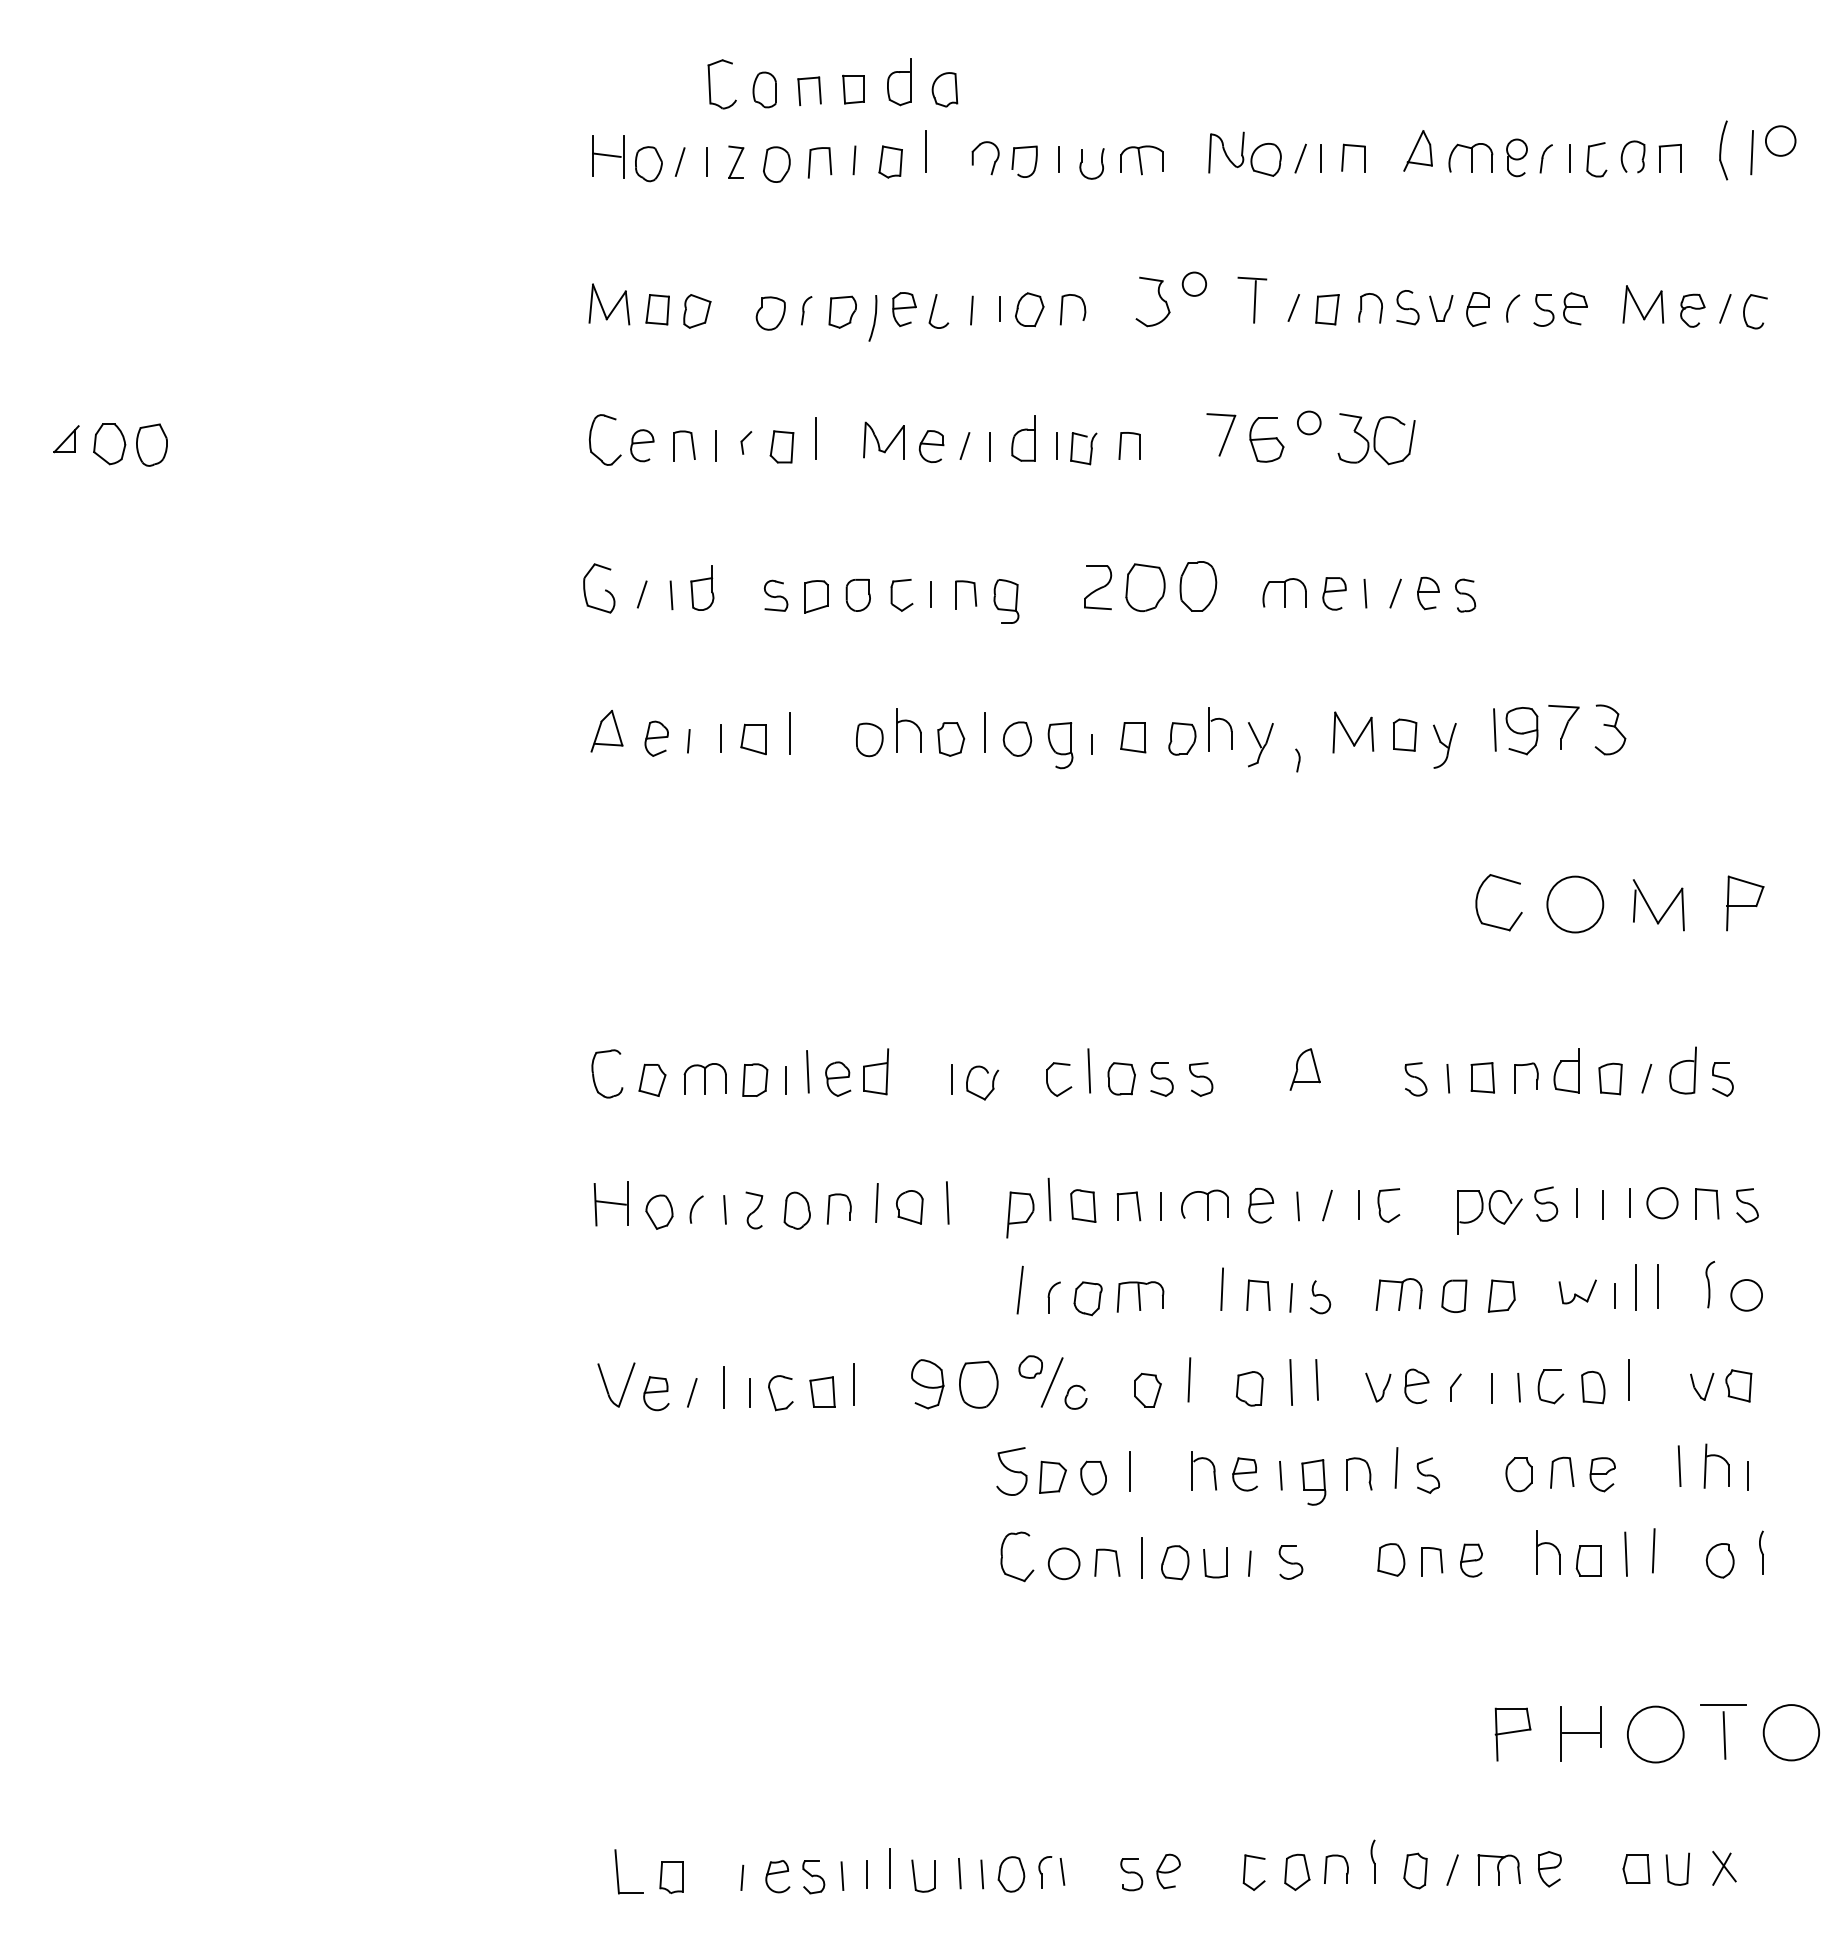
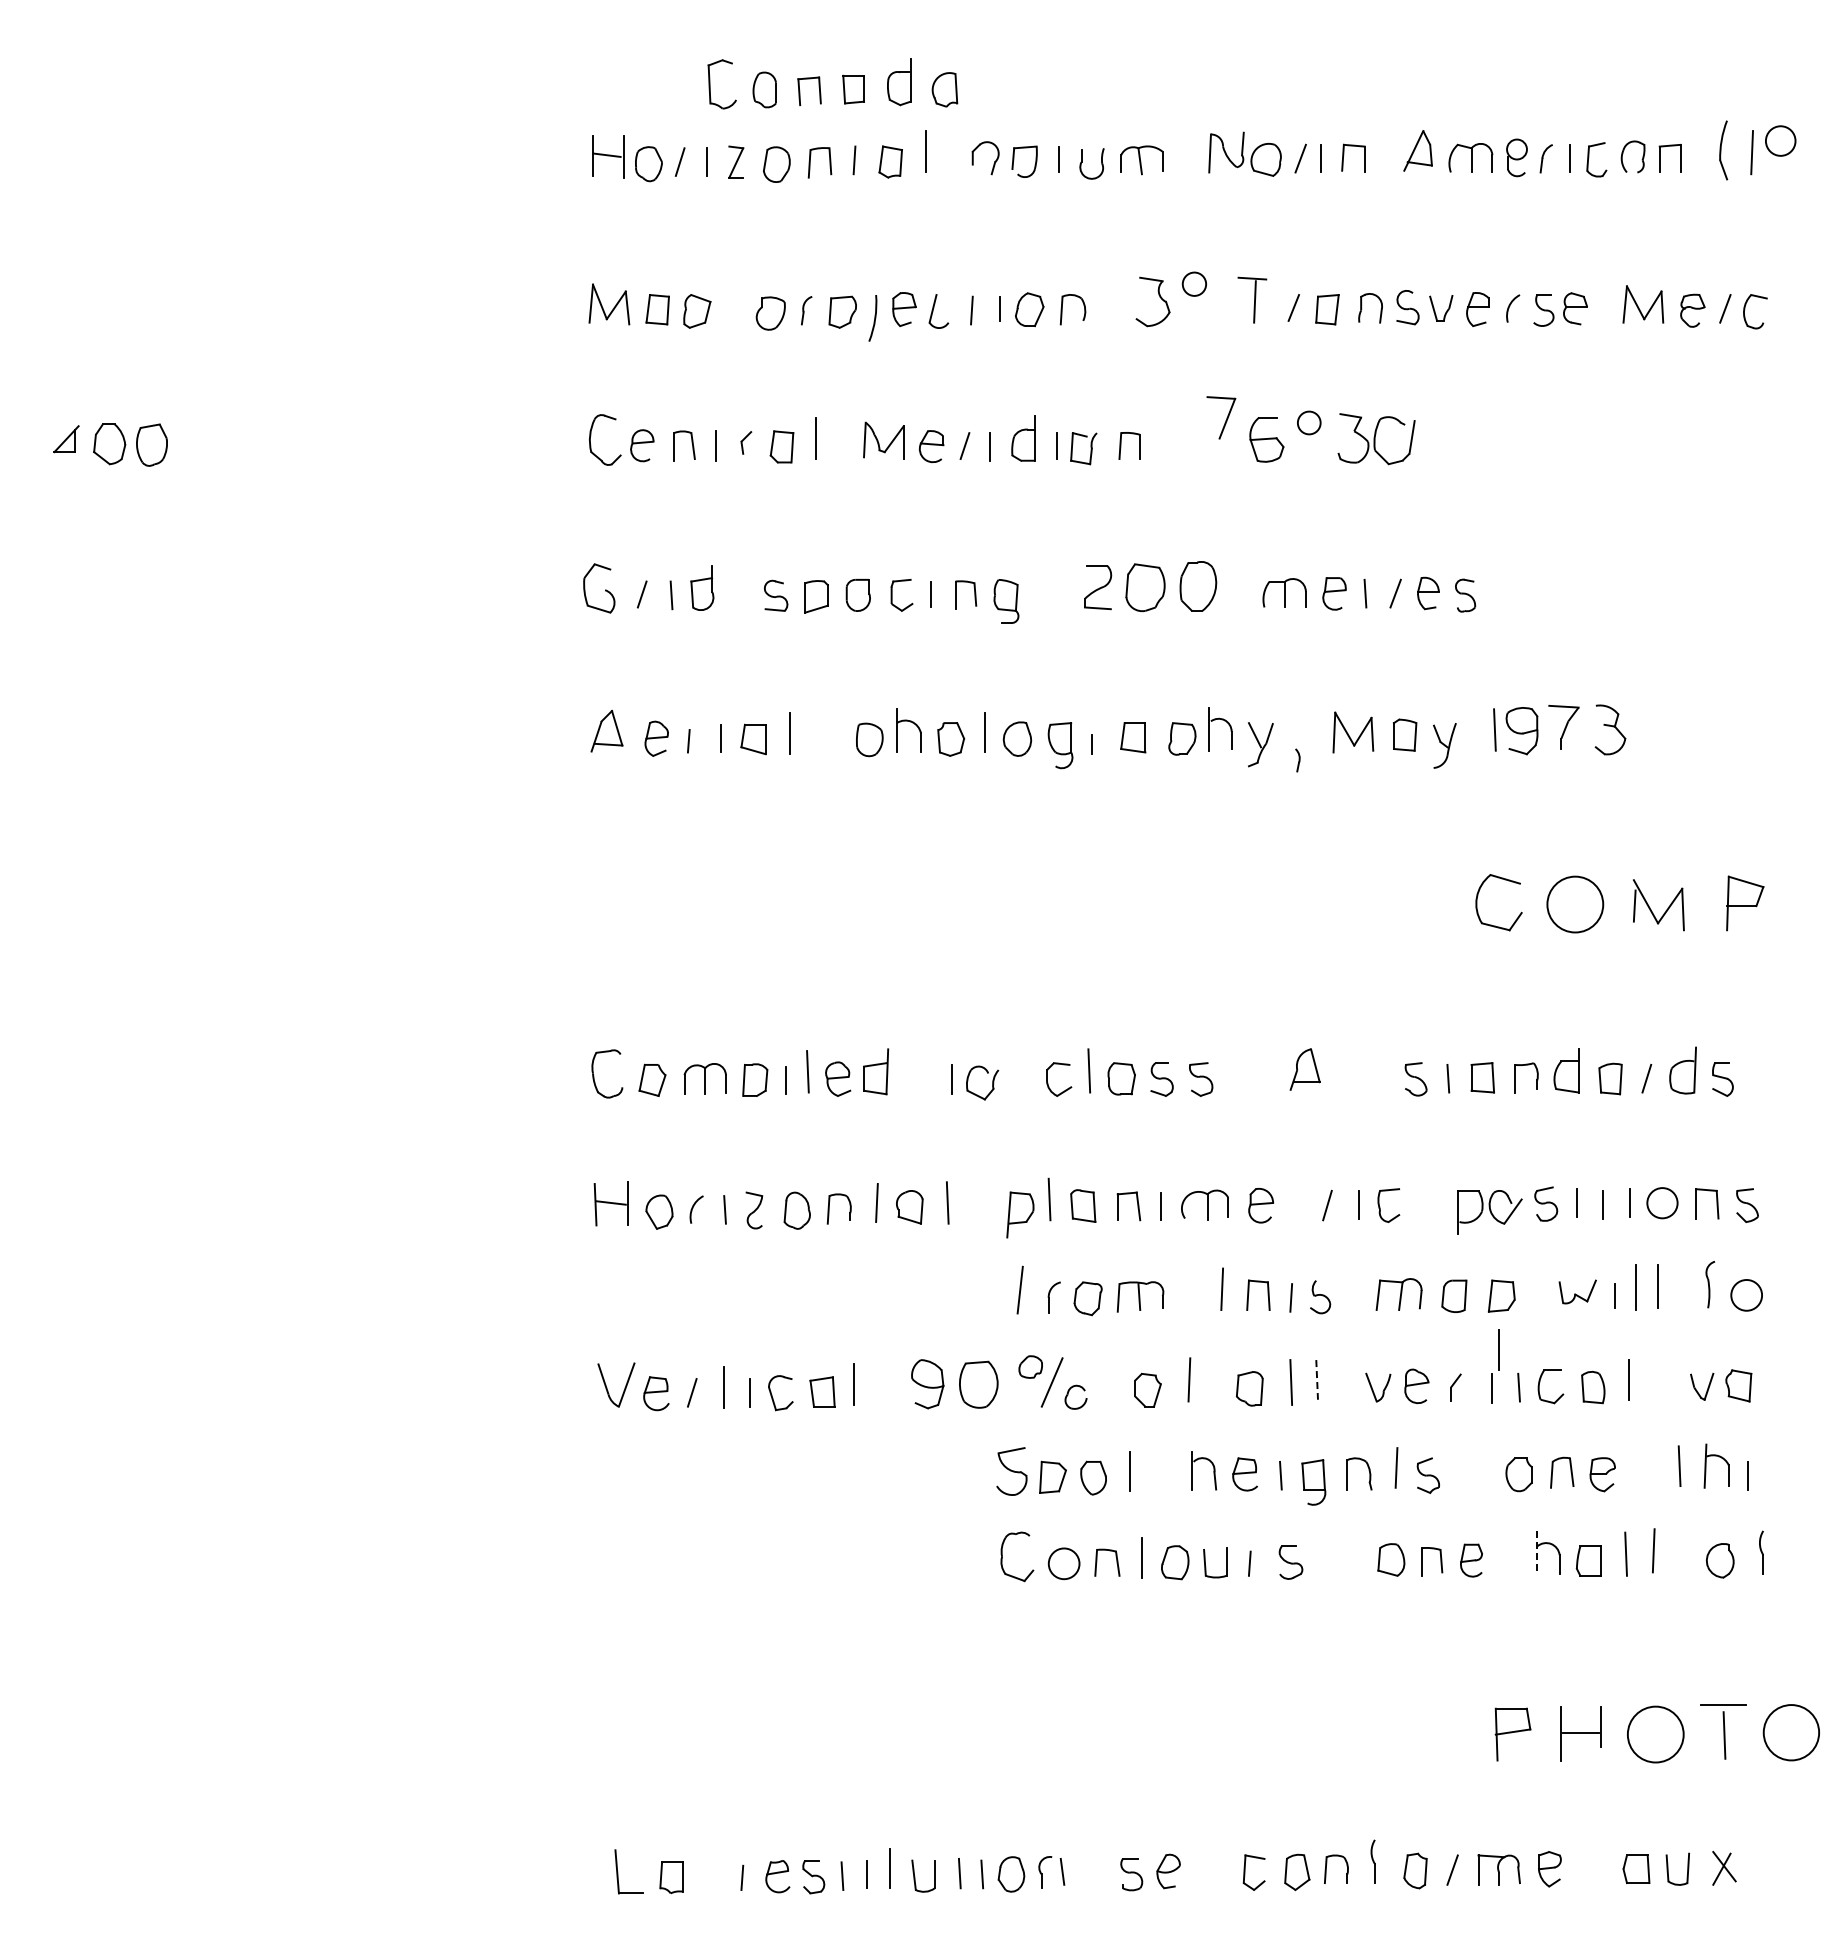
part at (1221, 434) position: (1221, 434) -> (1221, 417)
line at (1298, 1206): present -> none
line at (1498, 1349): none -> present
line at (1317, 1379): solid -> dashed
line at (1537, 1552): solid -> dashed
